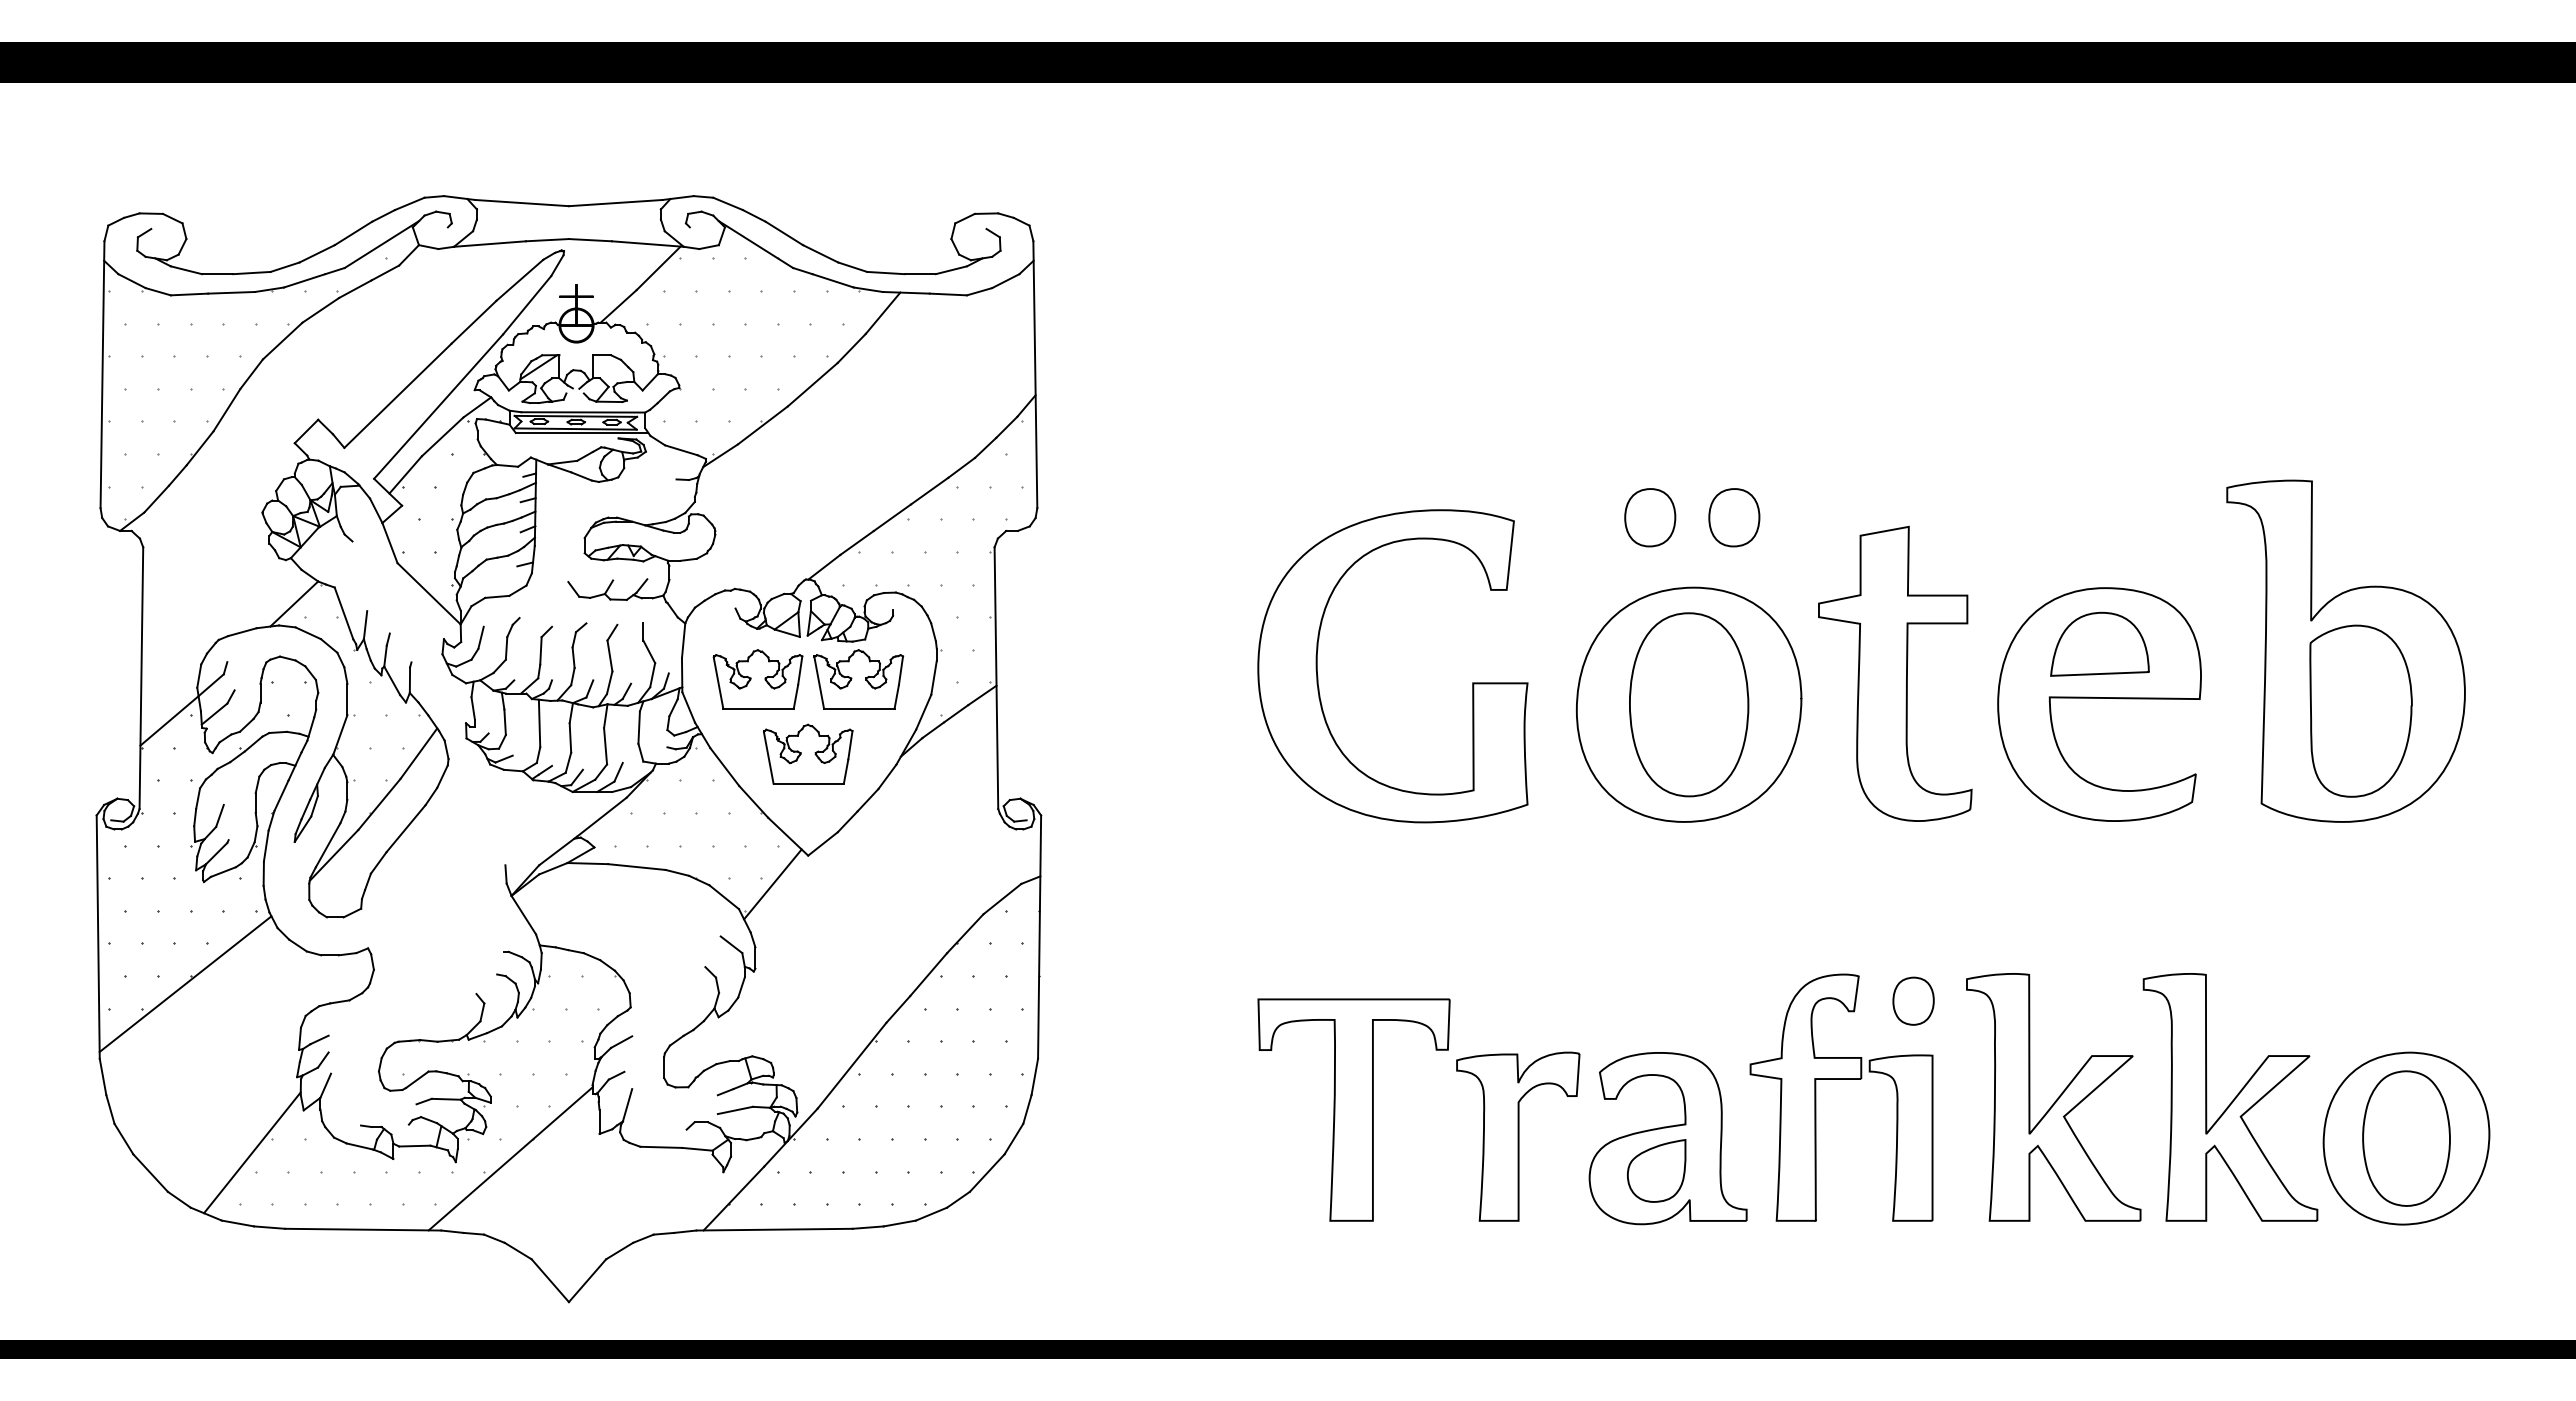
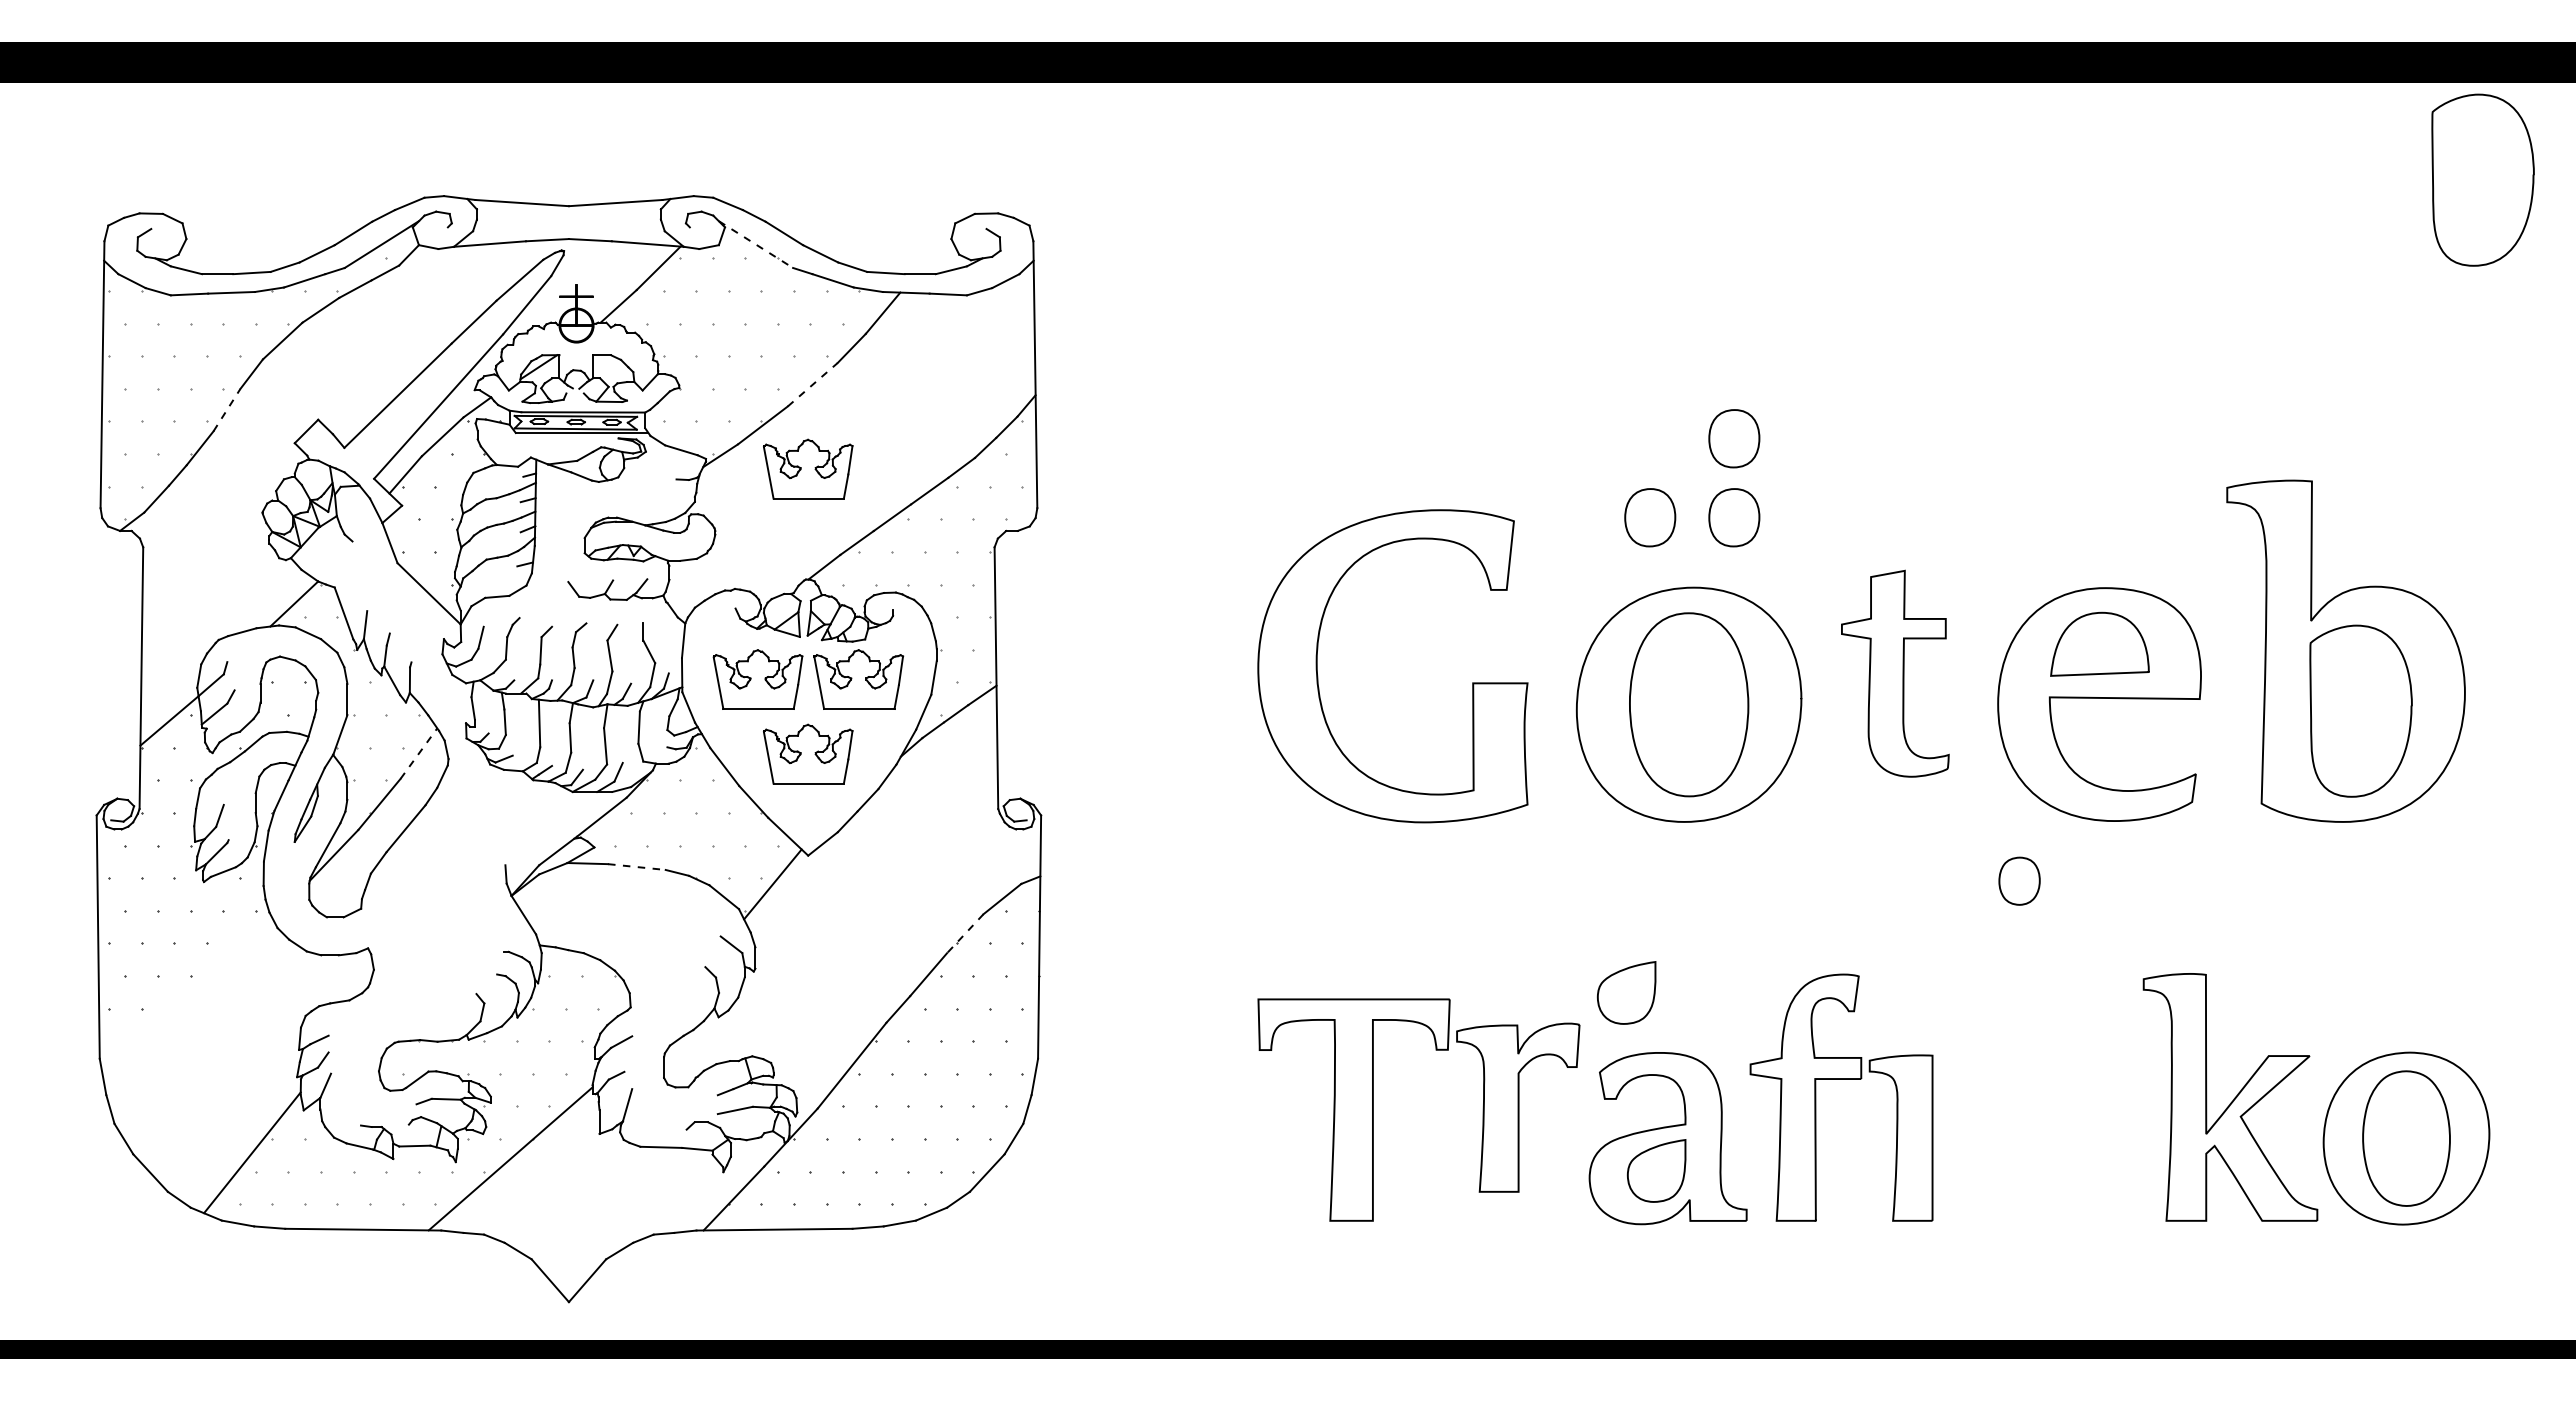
part at (2482, 179): none -> present
line at (755, 244): solid -> dashed
line at (813, 384): solid -> dashed
line at (227, 409): solid -> dashed
part at (1734, 438): none -> present
part at (808, 468): none -> present
part at (1895, 673) size: 155x297 px -> 109x209 px
line at (419, 753): solid -> dashed
line at (636, 867): solid -> dashed
line at (965, 933): solid -> dashed
line at (185, 983): present -> none
part at (1626, 992): none -> present
part at (1913, 1000) position: (1913, 1000) -> (2019, 880)
part at (2053, 1097): present -> none
part at (1518, 1136) position: (1518, 1136) -> (1518, 1107)
